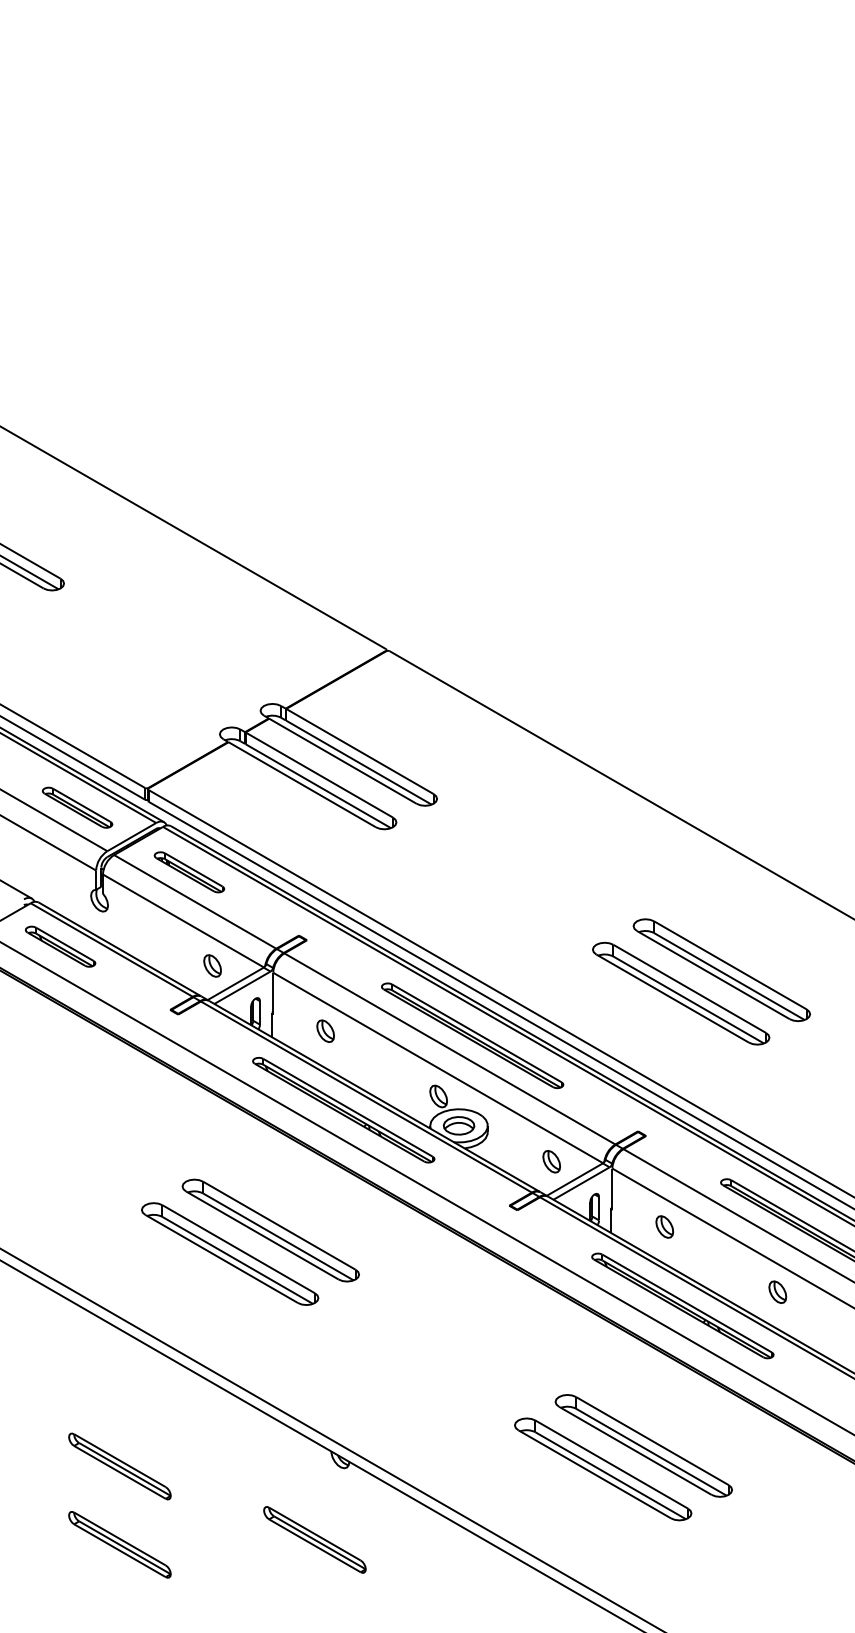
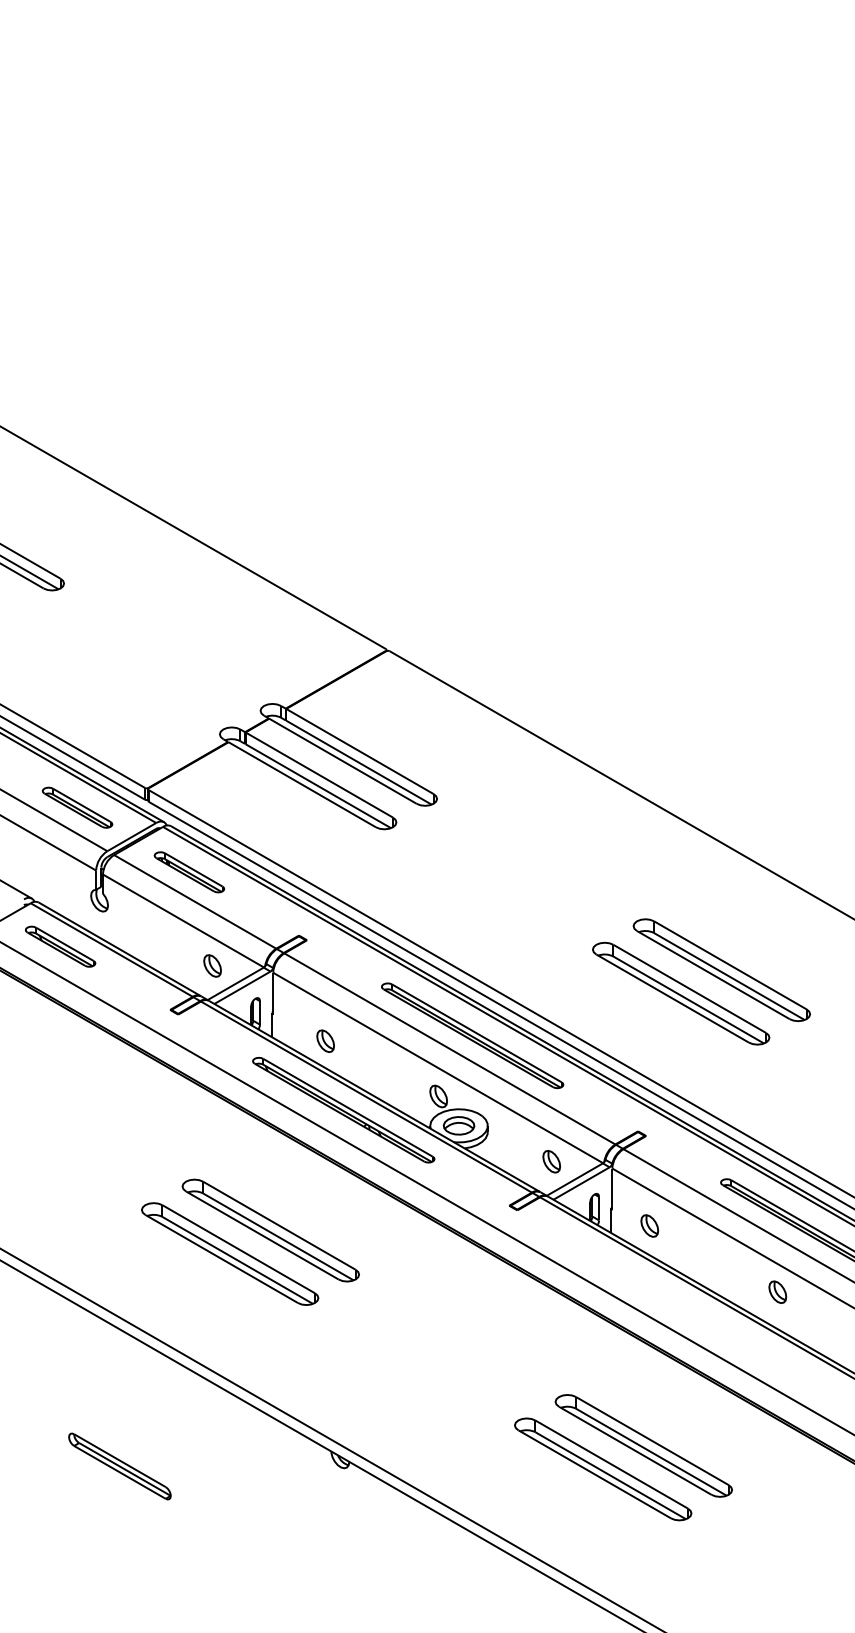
part at (325, 1030) position: (325, 1030) -> (325, 1040)
part at (664, 1226) position: (664, 1226) -> (649, 1225)
part at (682, 1305): present -> none
part at (314, 1539): present -> none
part at (119, 1544): present -> none
